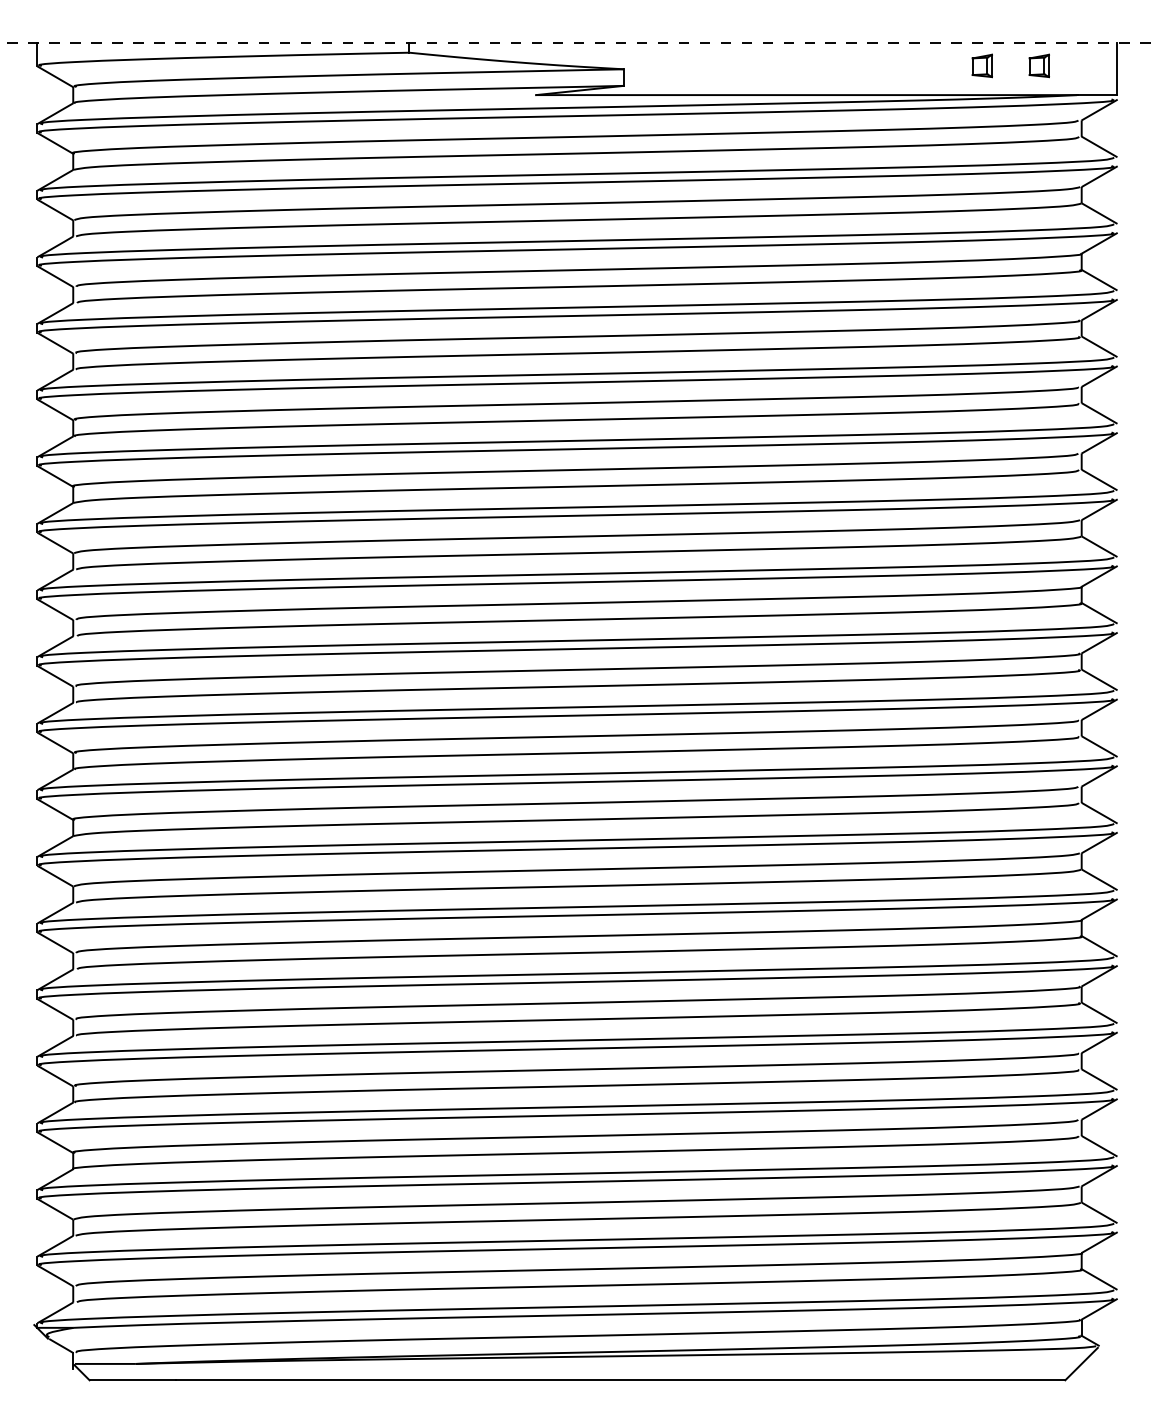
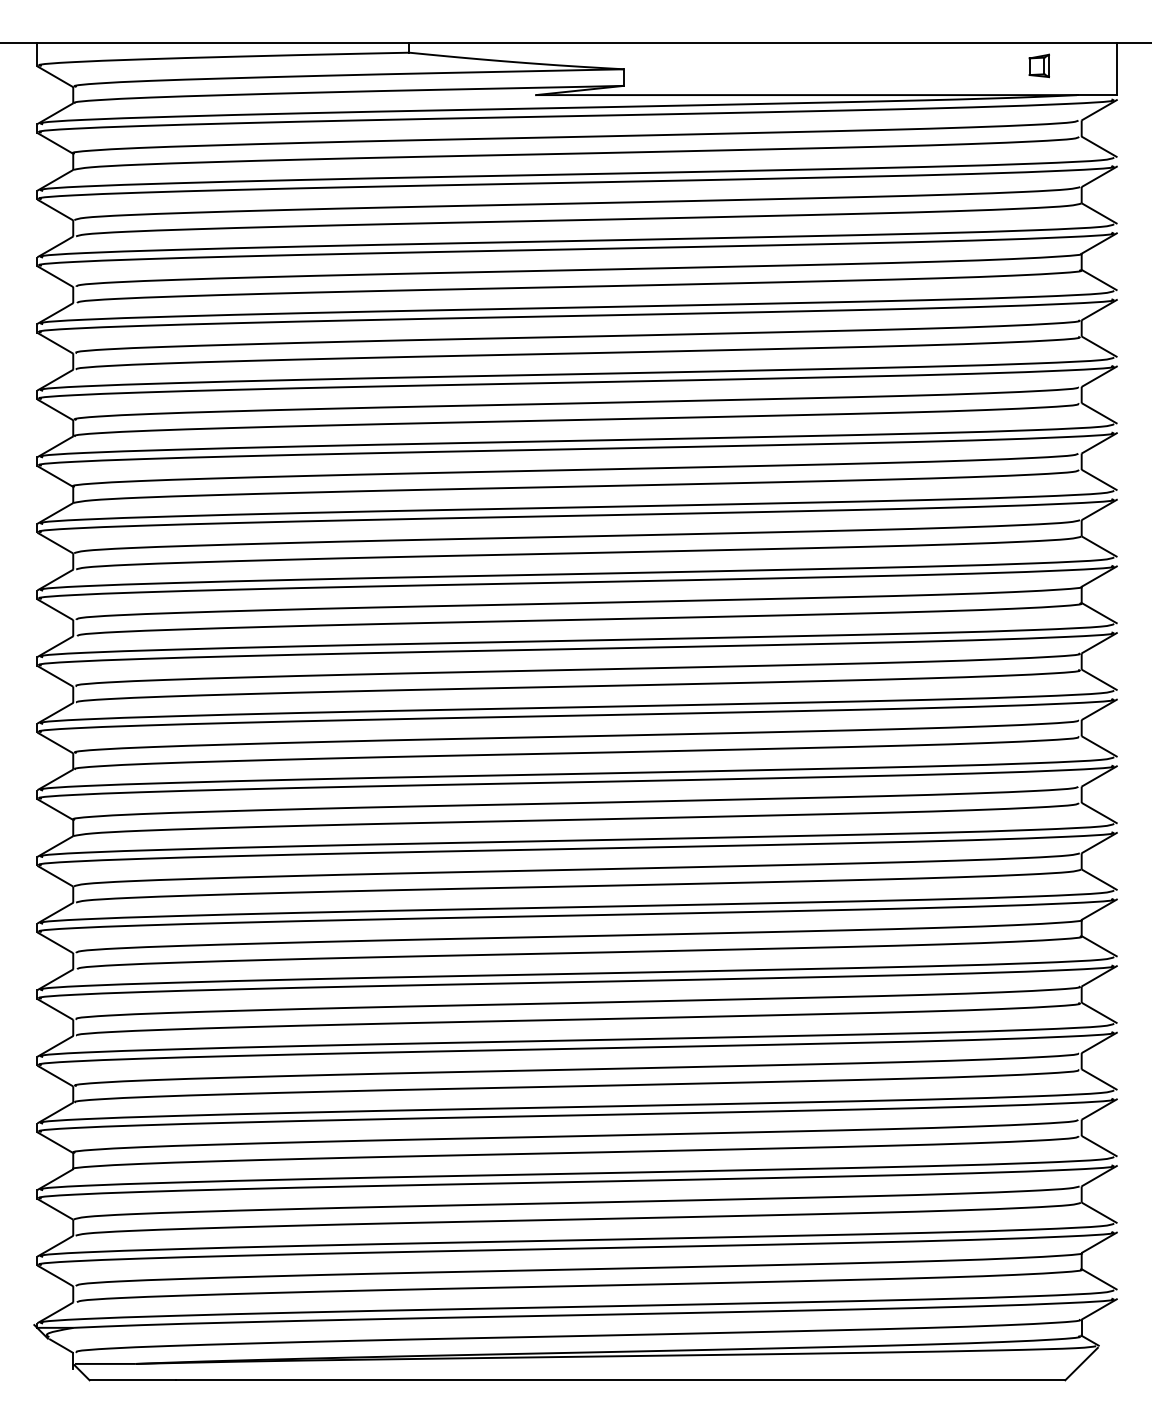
line at (576, 42): dashed -> solid
part at (981, 65): present -> none
